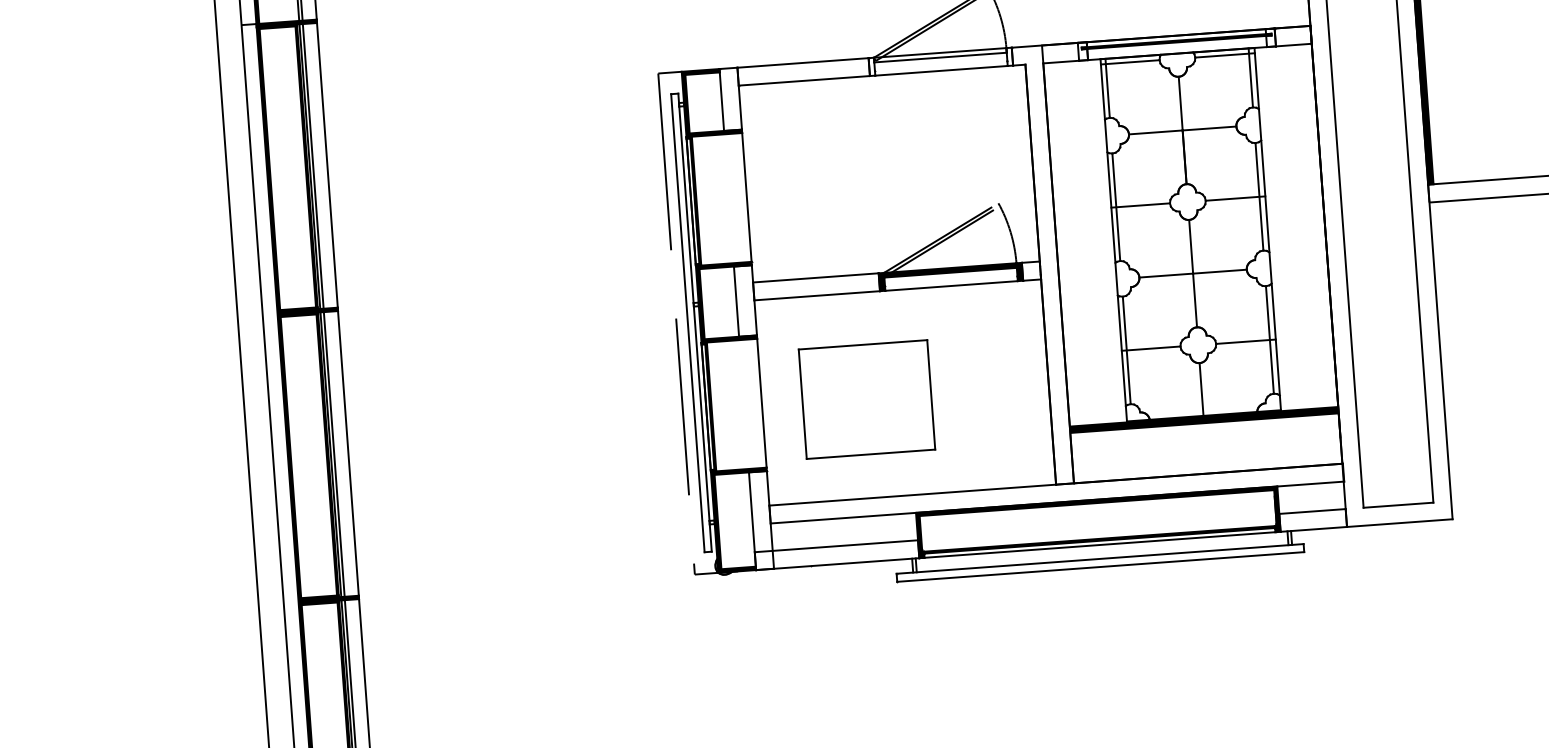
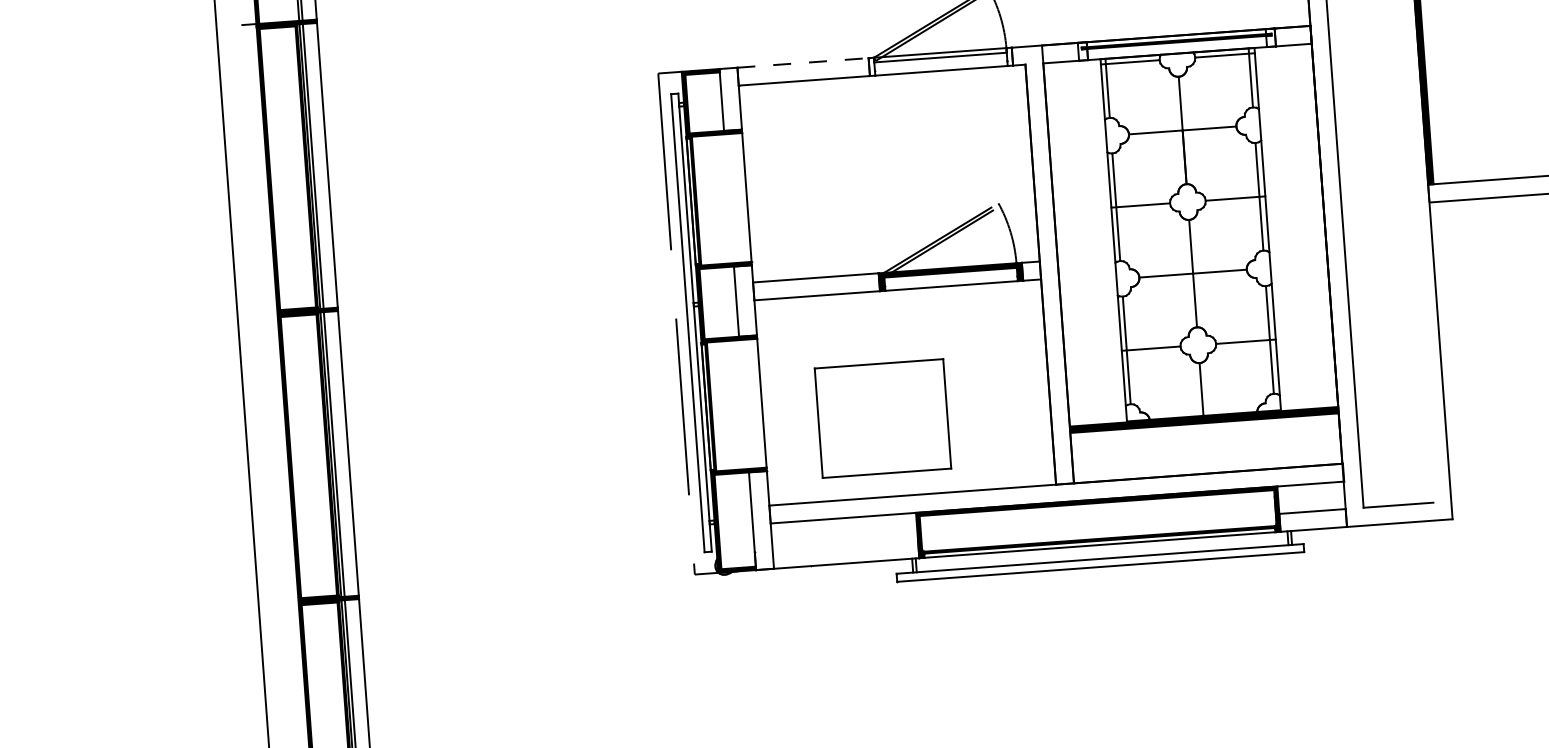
line at (803, 62): solid -> dashed
line at (1414, 252): present -> none
line at (266, 373): present -> none
part at (866, 399) position: (866, 399) -> (882, 418)
line at (836, 546): present -> none
